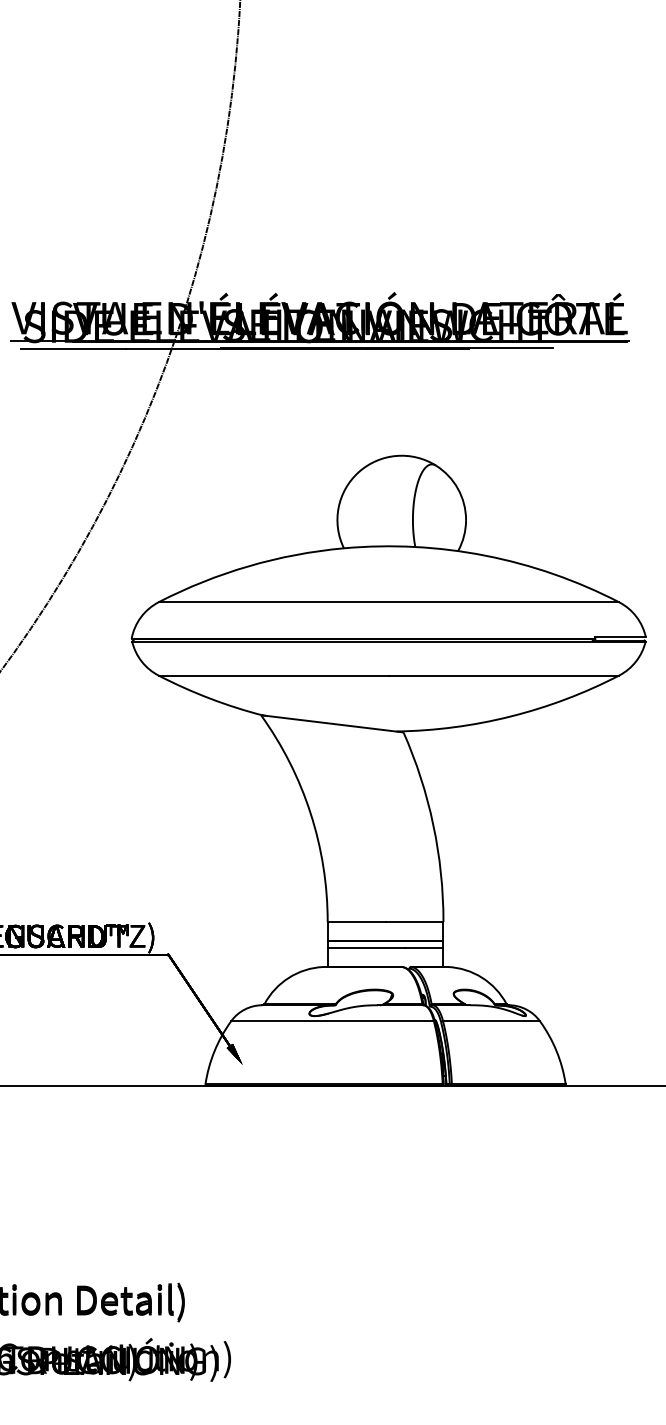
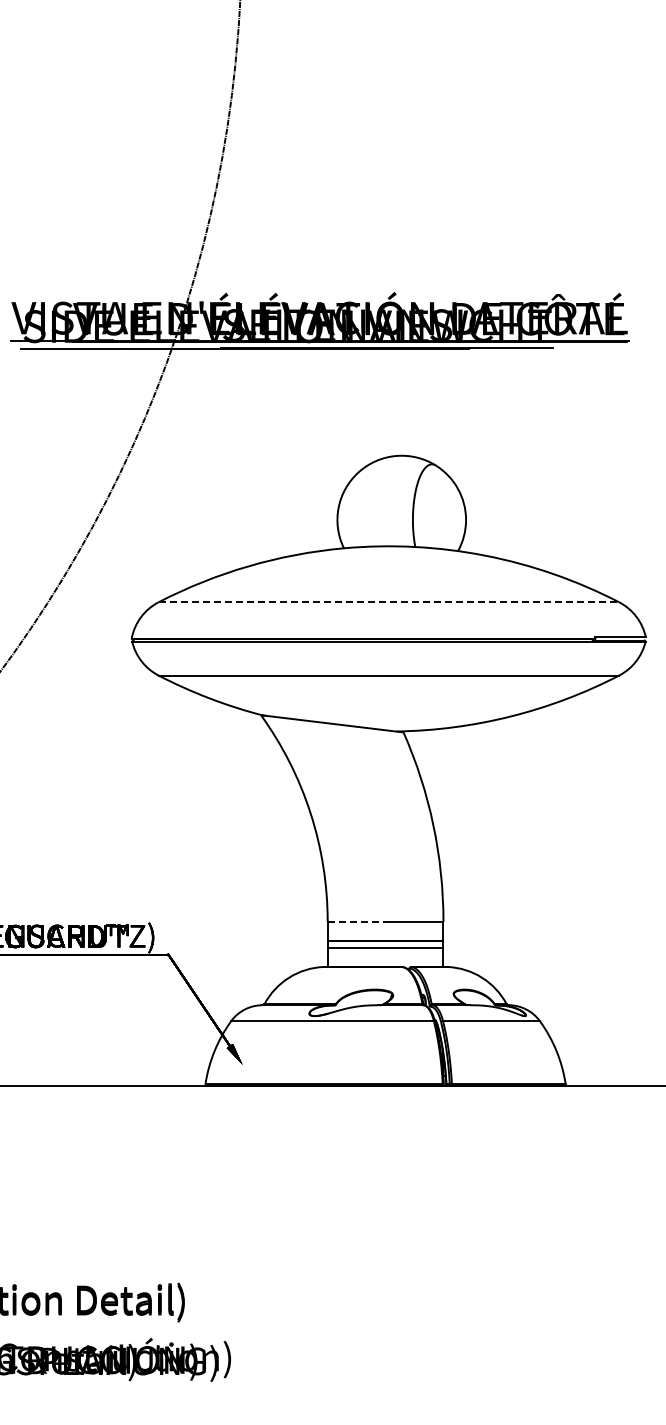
line at (389, 602): solid -> dashed
line at (356, 921): solid -> dashed
